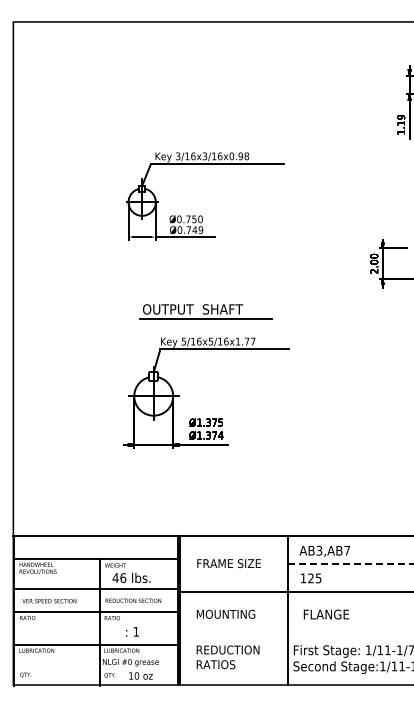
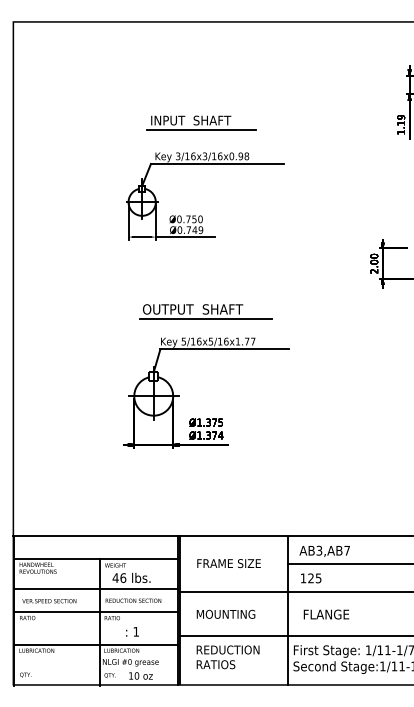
part at (201, 122): none -> present
line at (350, 564): dashed -> solid
line at (295, 636): none -> present
